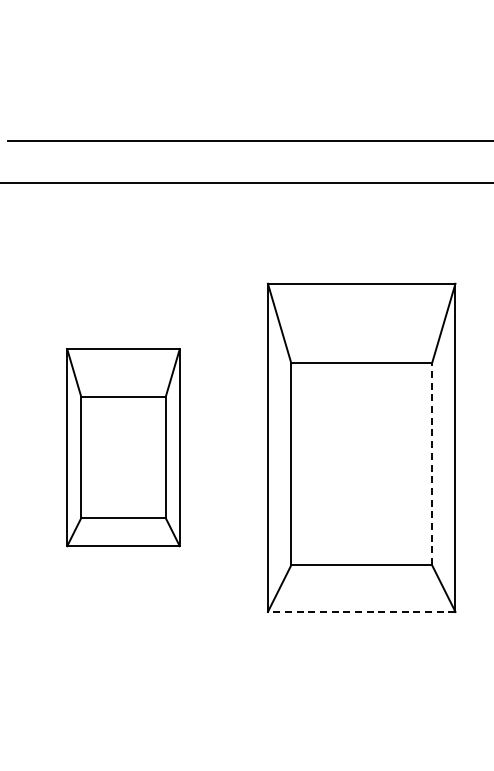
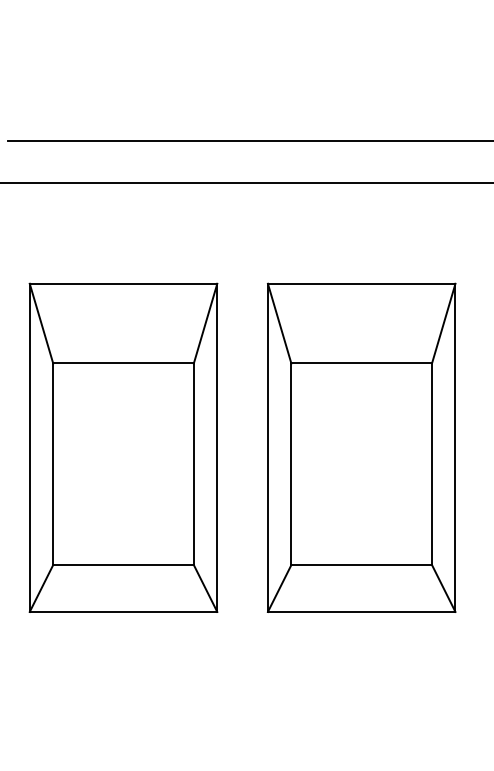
part at (123, 447) size: 115x200 px -> 191x331 px
line at (432, 464): dashed -> solid
line at (361, 611): dashed -> solid
